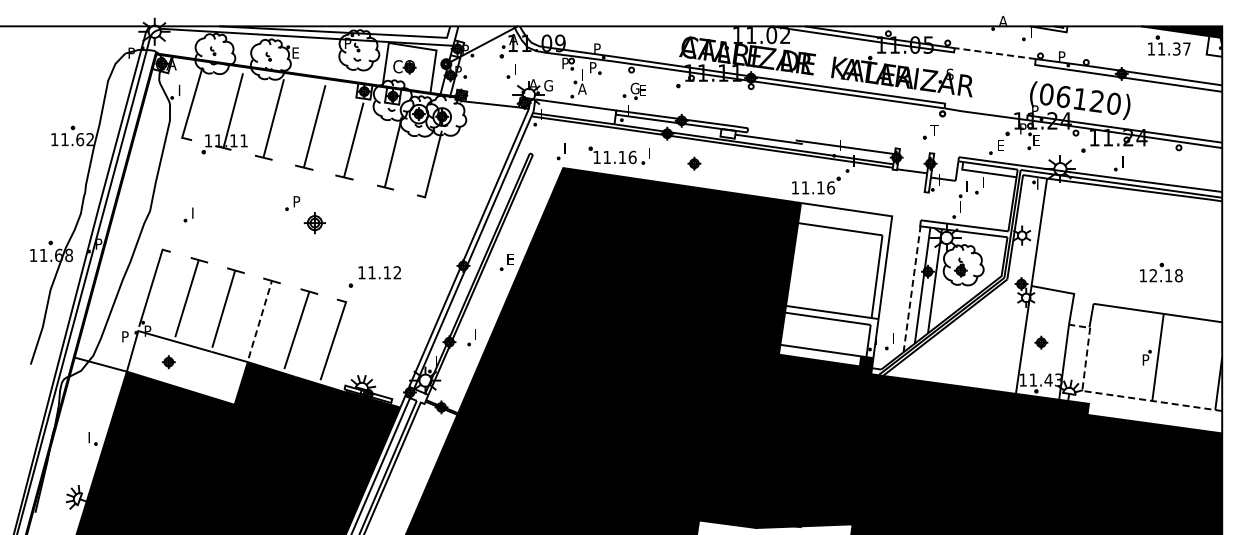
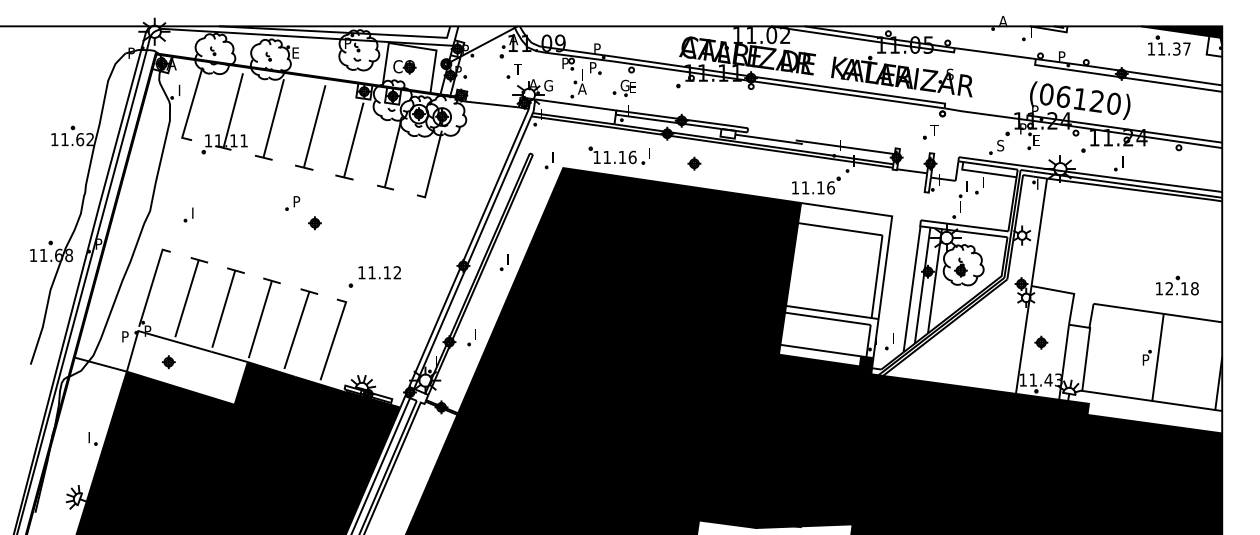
line at (995, 53): dashed -> solid
text at (517, 69): I -> T
part at (633, 90) position: (633, 90) -> (623, 87)
text at (1000, 145): E -> S
part at (560, 151) position: (560, 151) -> (548, 160)
part at (314, 223) size: 23x23 px -> 14x15 px
text at (511, 259): E -> I
part at (1161, 272) position: (1161, 272) -> (1177, 285)
line at (912, 289): dashed -> solid
line at (260, 319): dashed -> solid
line at (1108, 394): dashed -> solid
